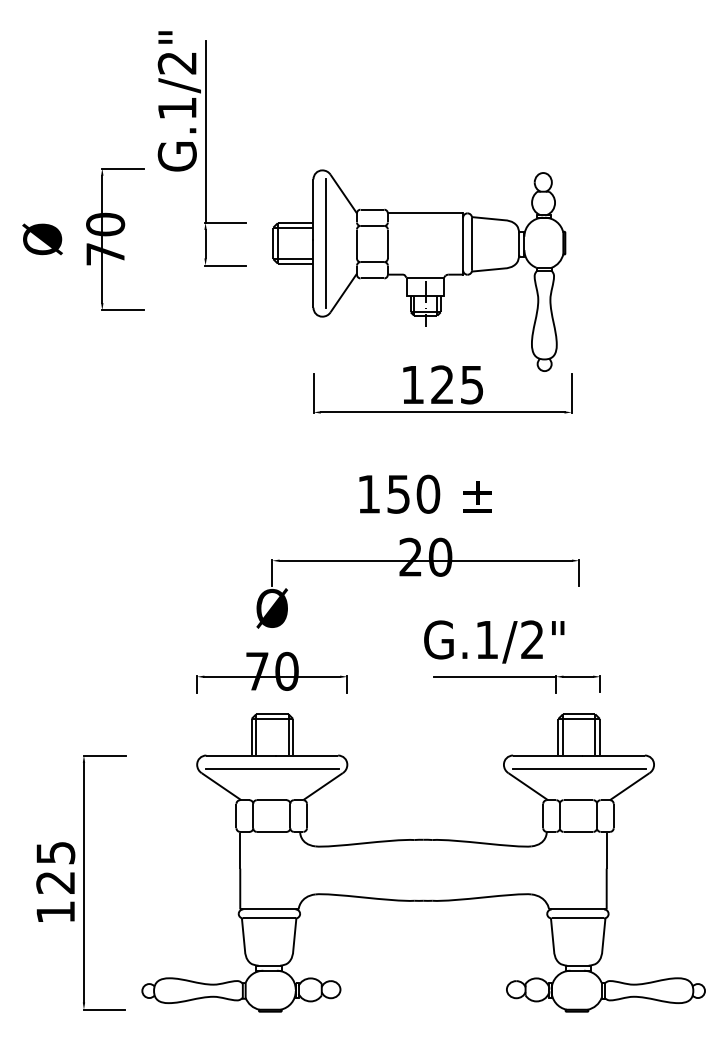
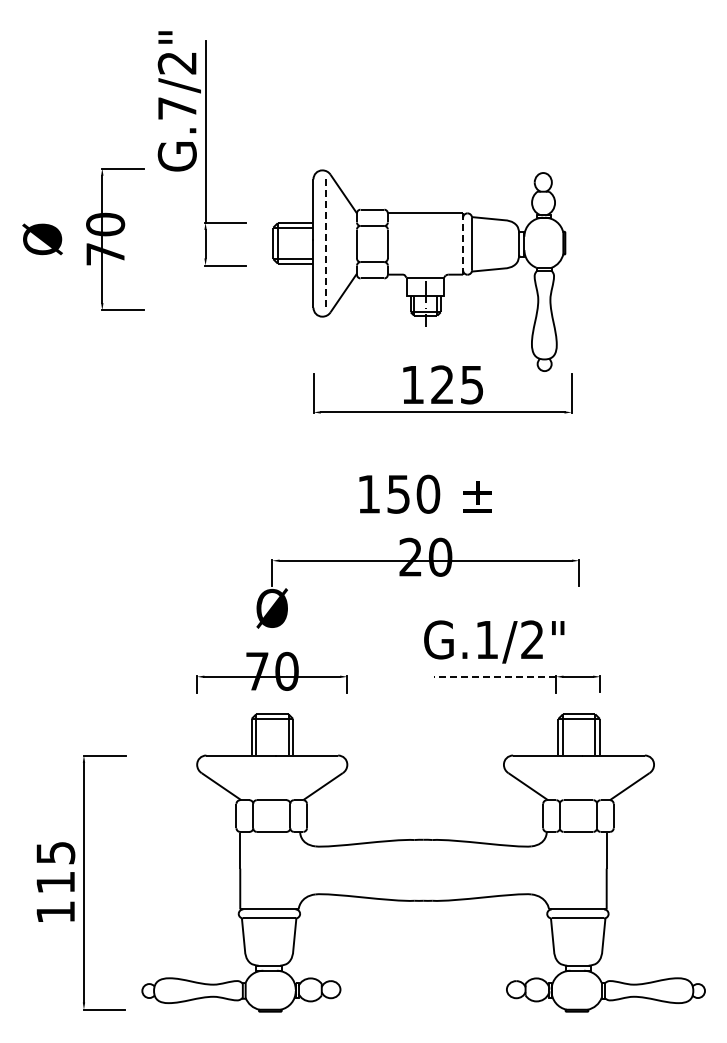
text at (177, 108): G.1/2" -> G.7/2"
line at (326, 243): solid -> dashed
line at (463, 244): solid -> dashed
line at (494, 676): solid -> dashed
line at (272, 768): present -> none
line at (578, 768): present -> none
text at (55, 882): 125 -> 115
